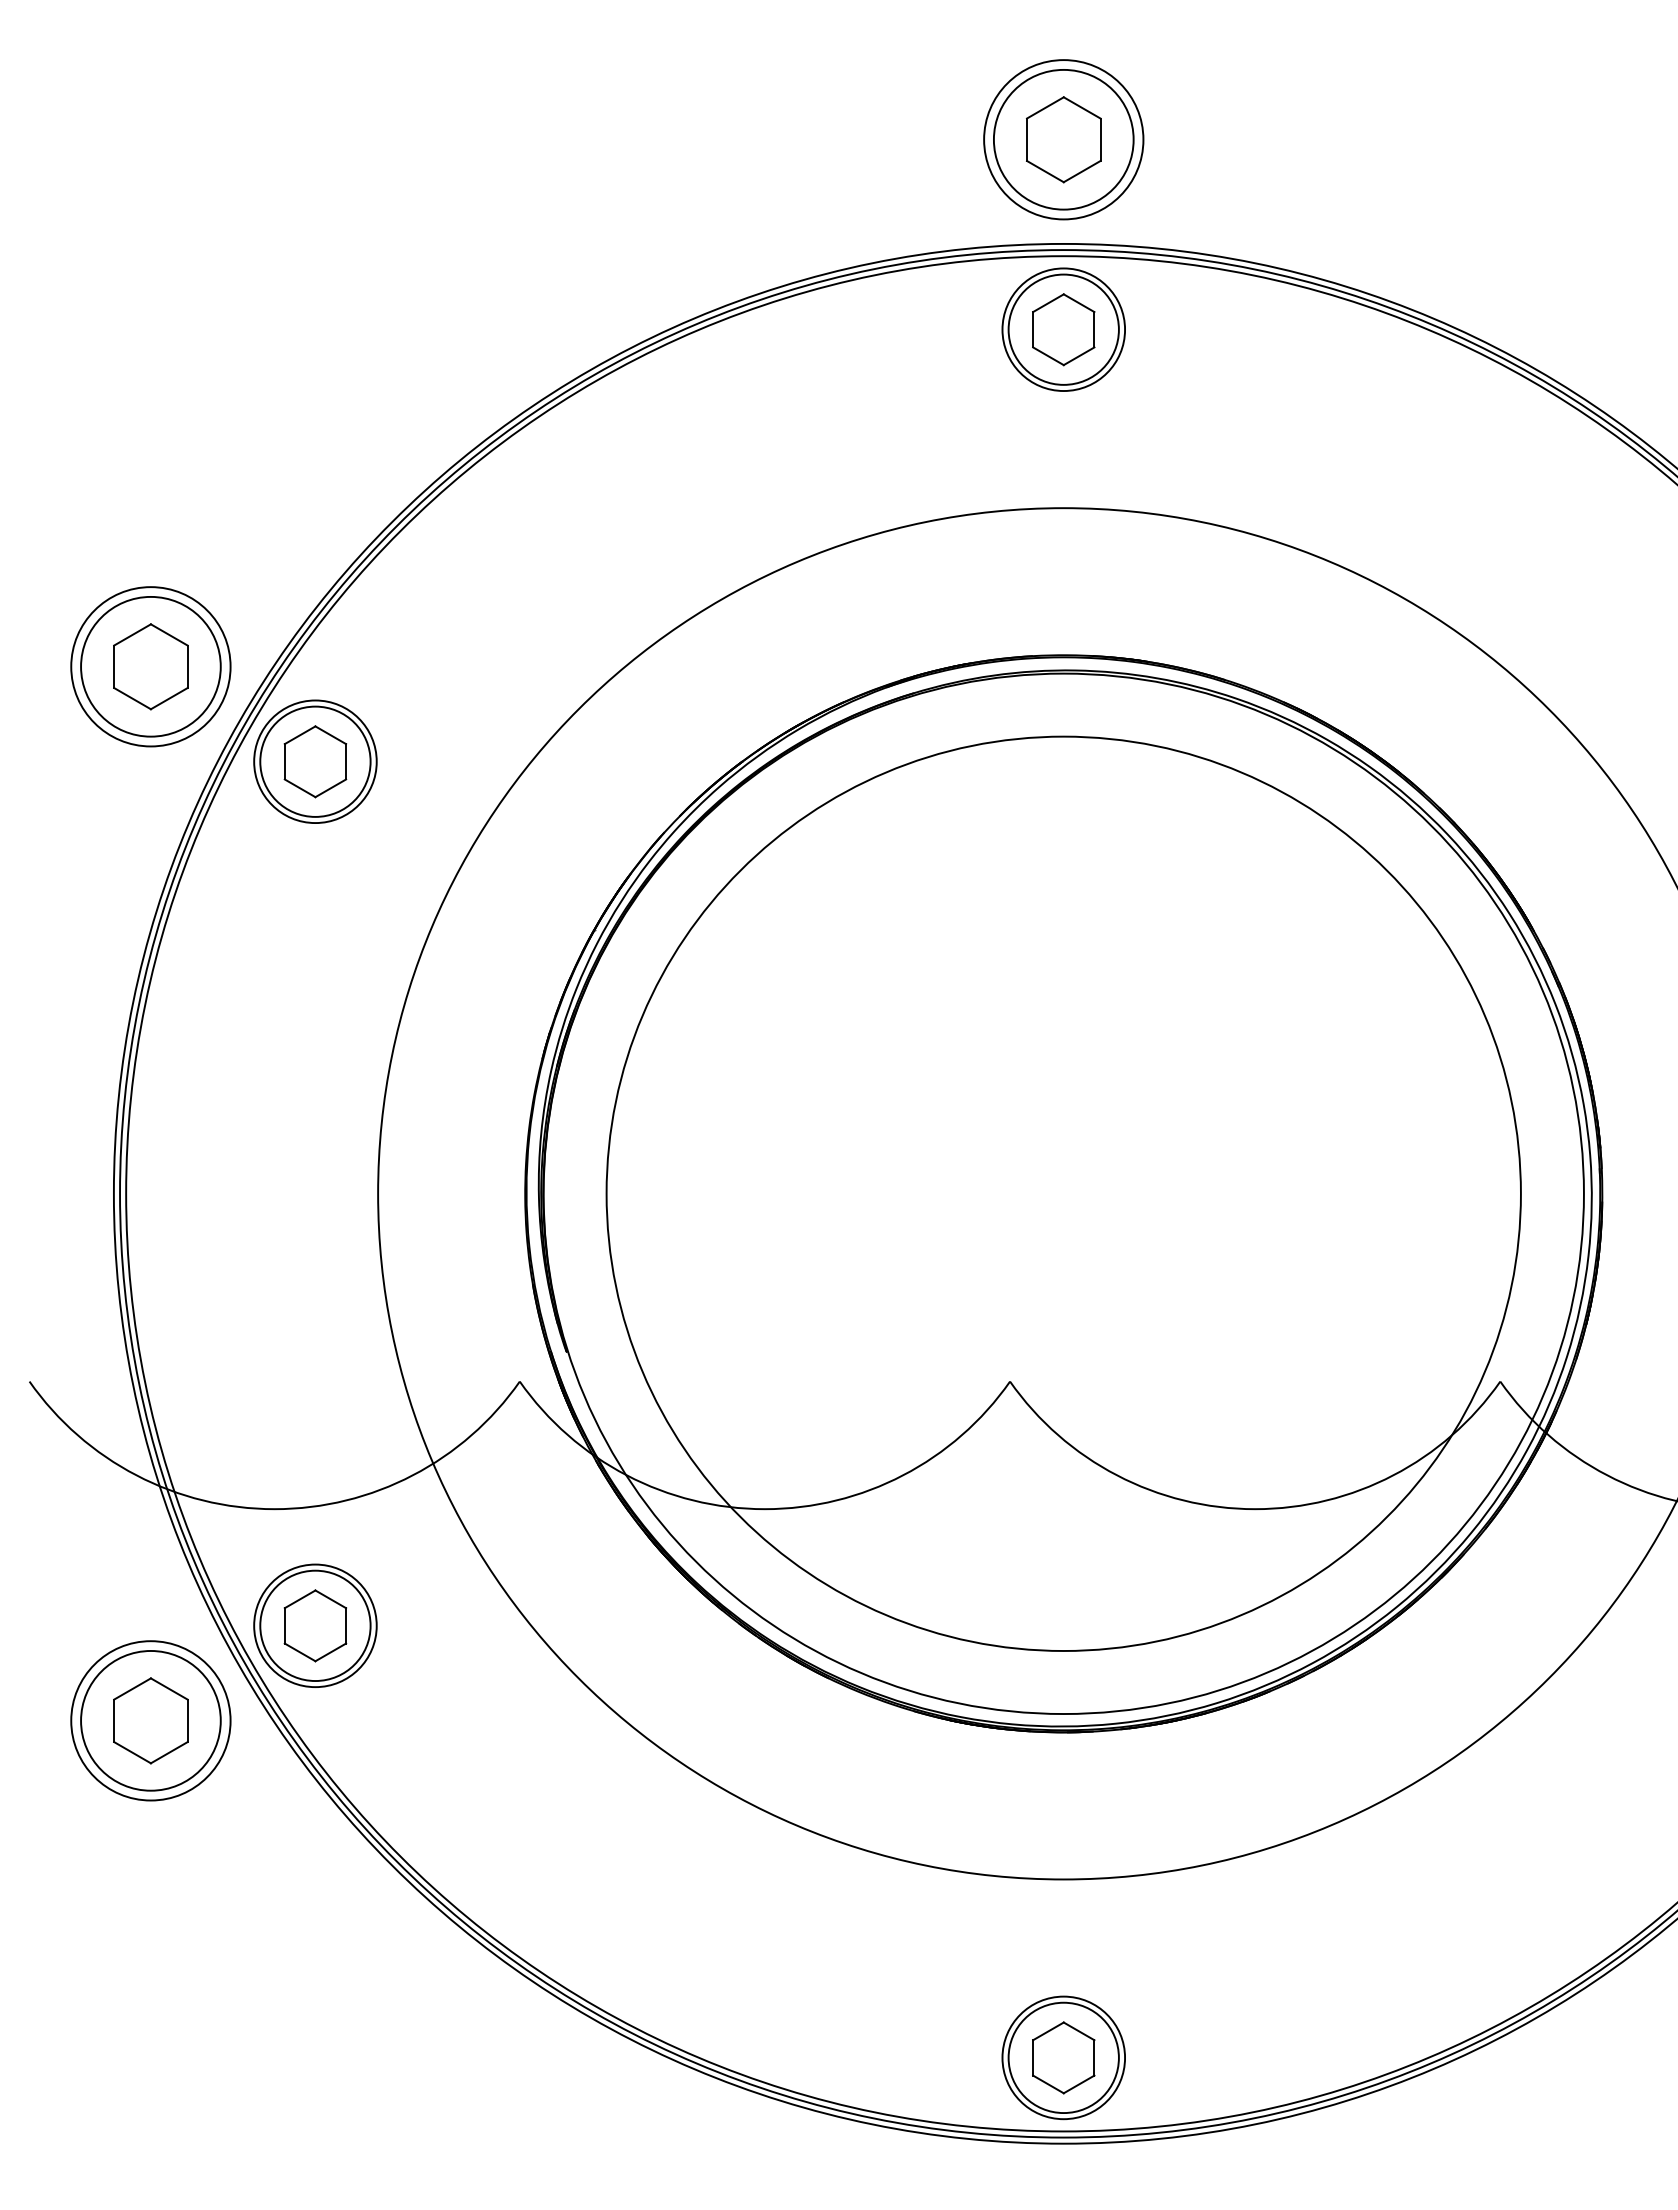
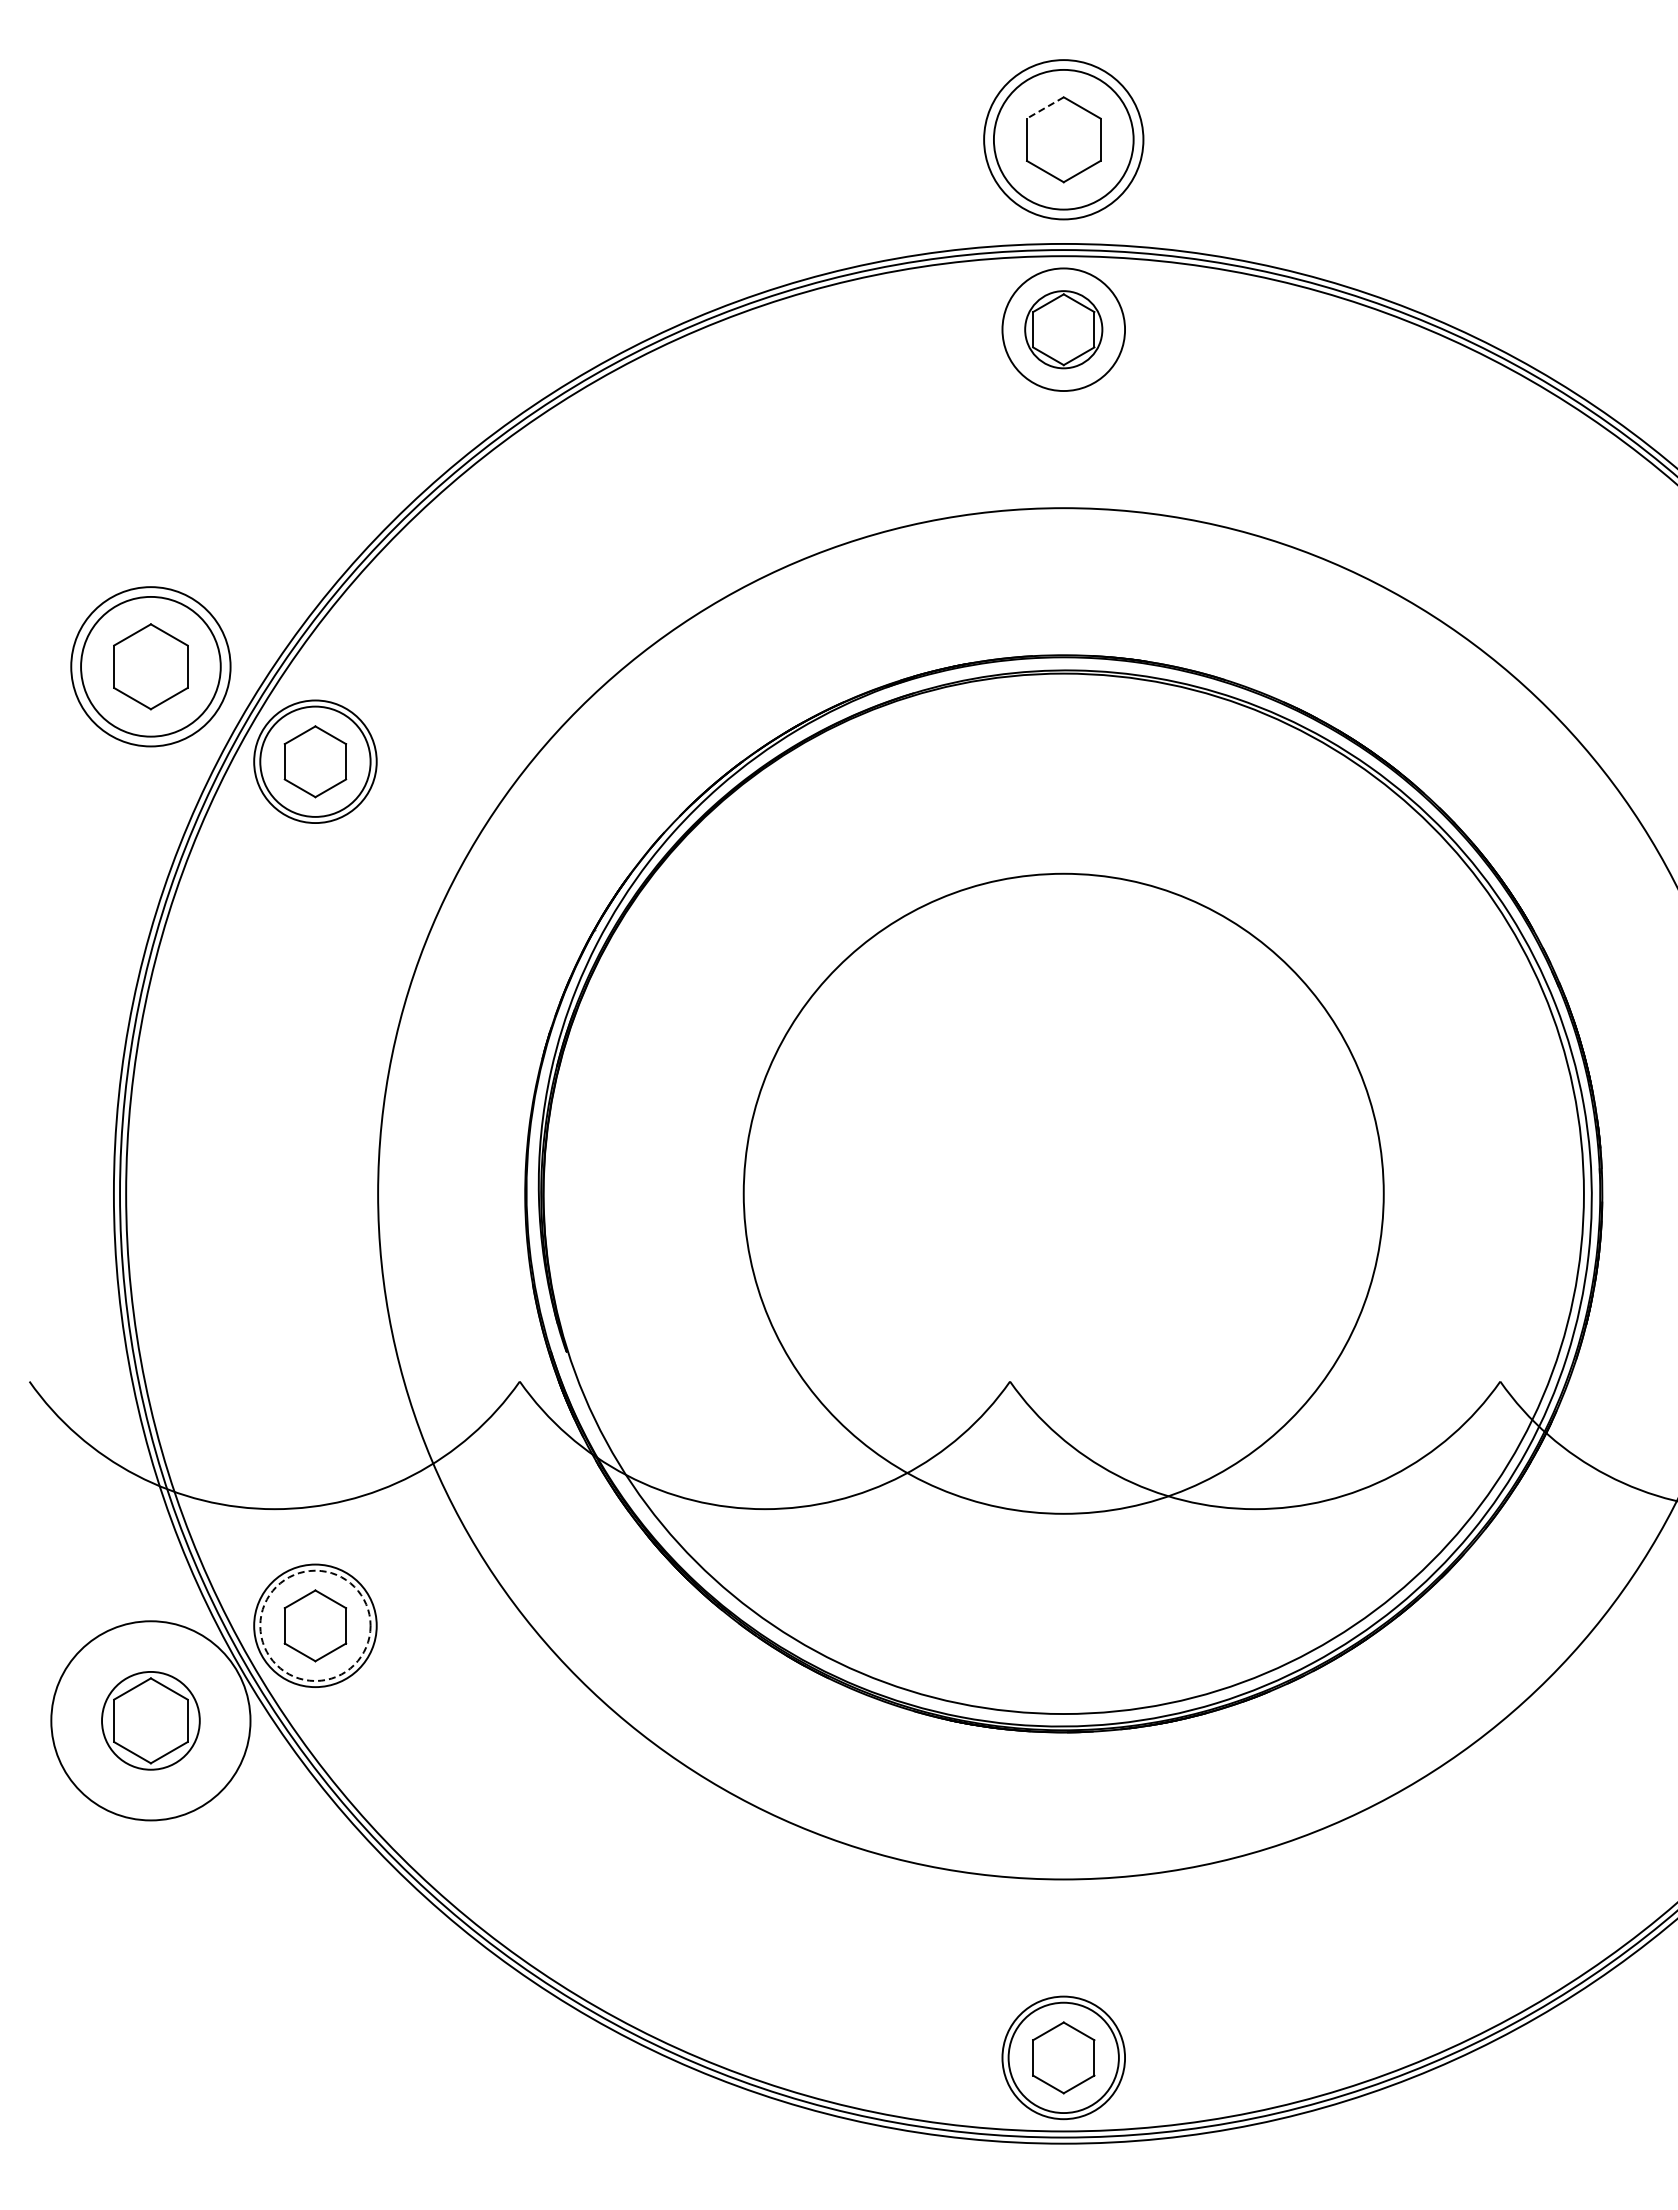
line at (1044, 108): solid -> dashed
circle at (1063, 329) diameter: 110 px -> 77 px
circle at (1063, 1193) diameter: 914 px -> 640 px
circle at (315, 1625): solid -> dashed
circle at (150, 1720) diameter: 140 px -> 98 px
circle at (150, 1720) diameter: 159 px -> 199 px
